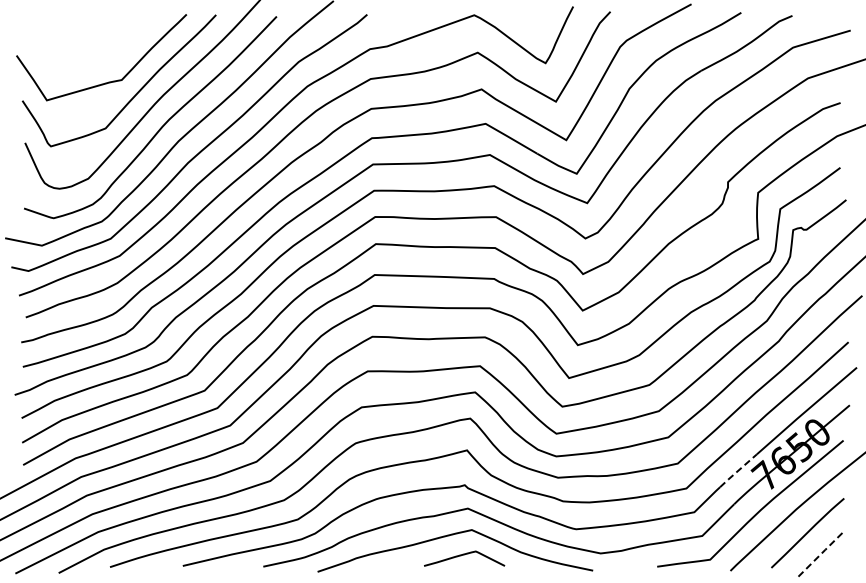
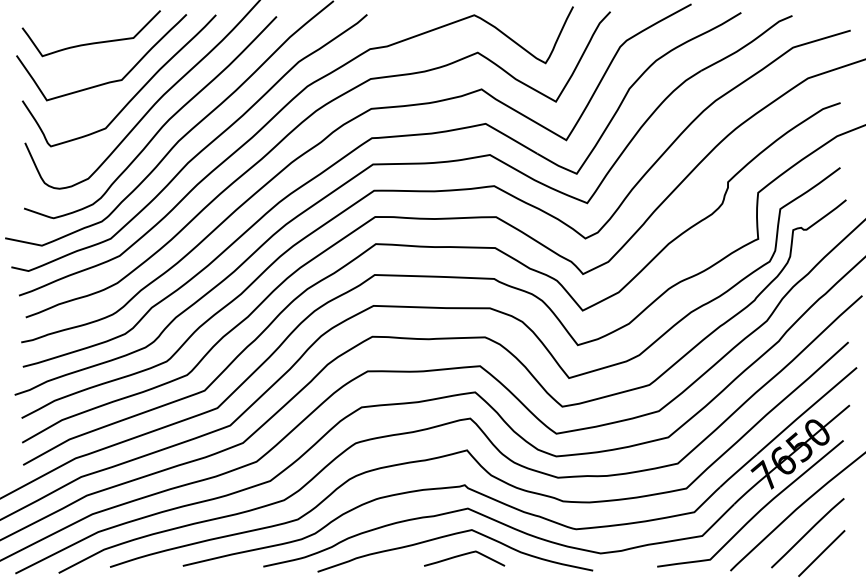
curve at (91, 42): none -> present
line at (737, 471): dashed -> solid
line at (822, 552): dashed -> solid
